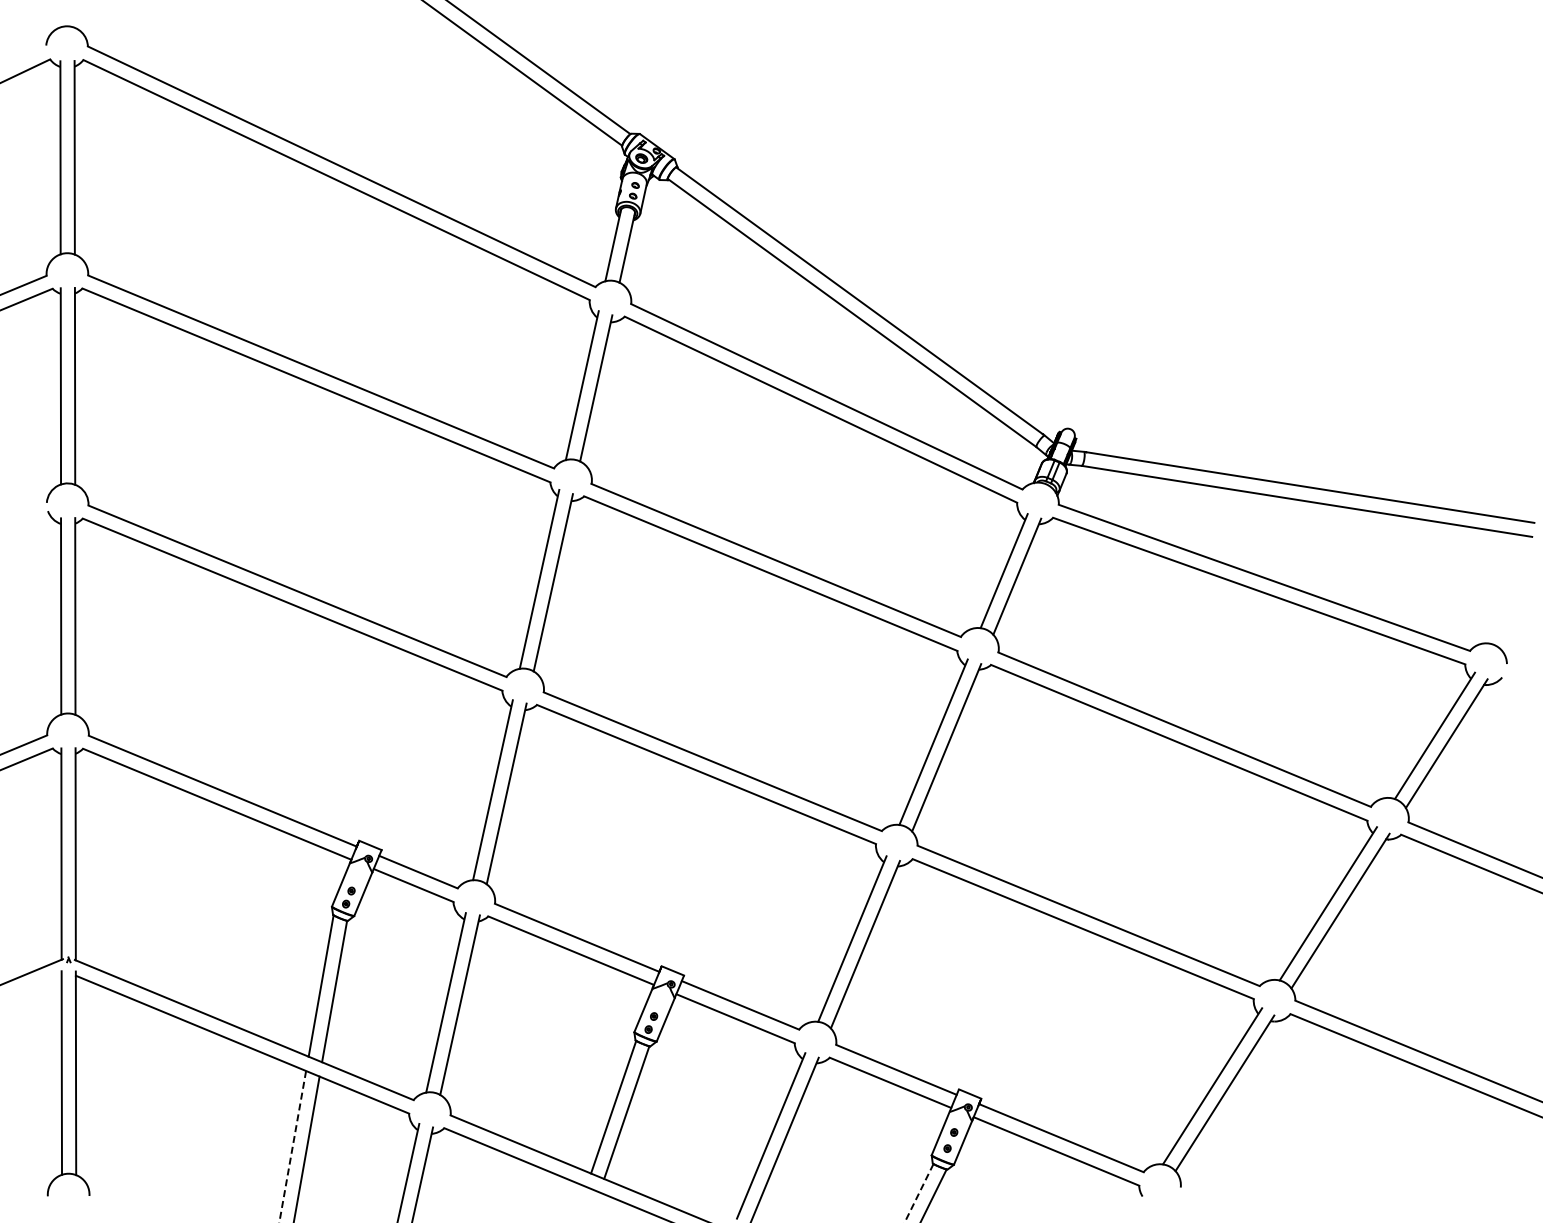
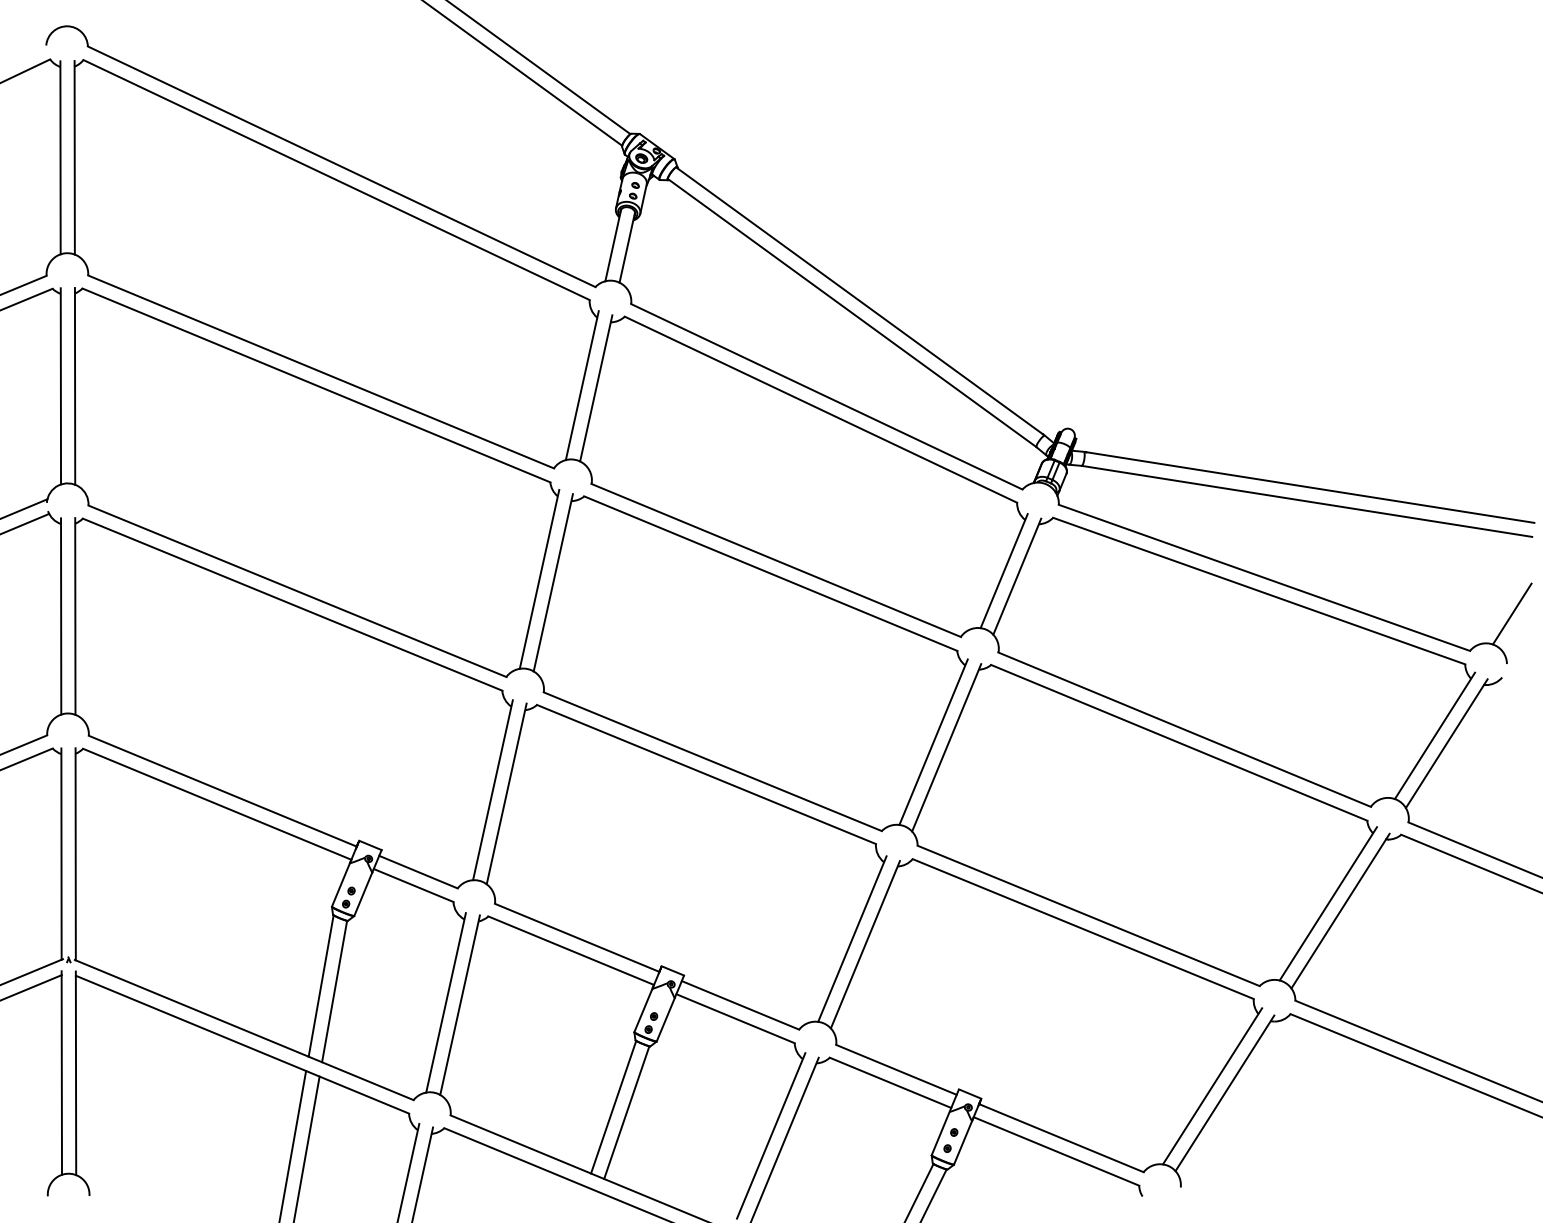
line at (24, 508): none -> present
line at (25, 523): none -> present
line at (1511, 613): none -> present
line at (31, 987): none -> present
line at (292, 1146): dashed -> solid
line at (918, 1193): dashed -> solid
